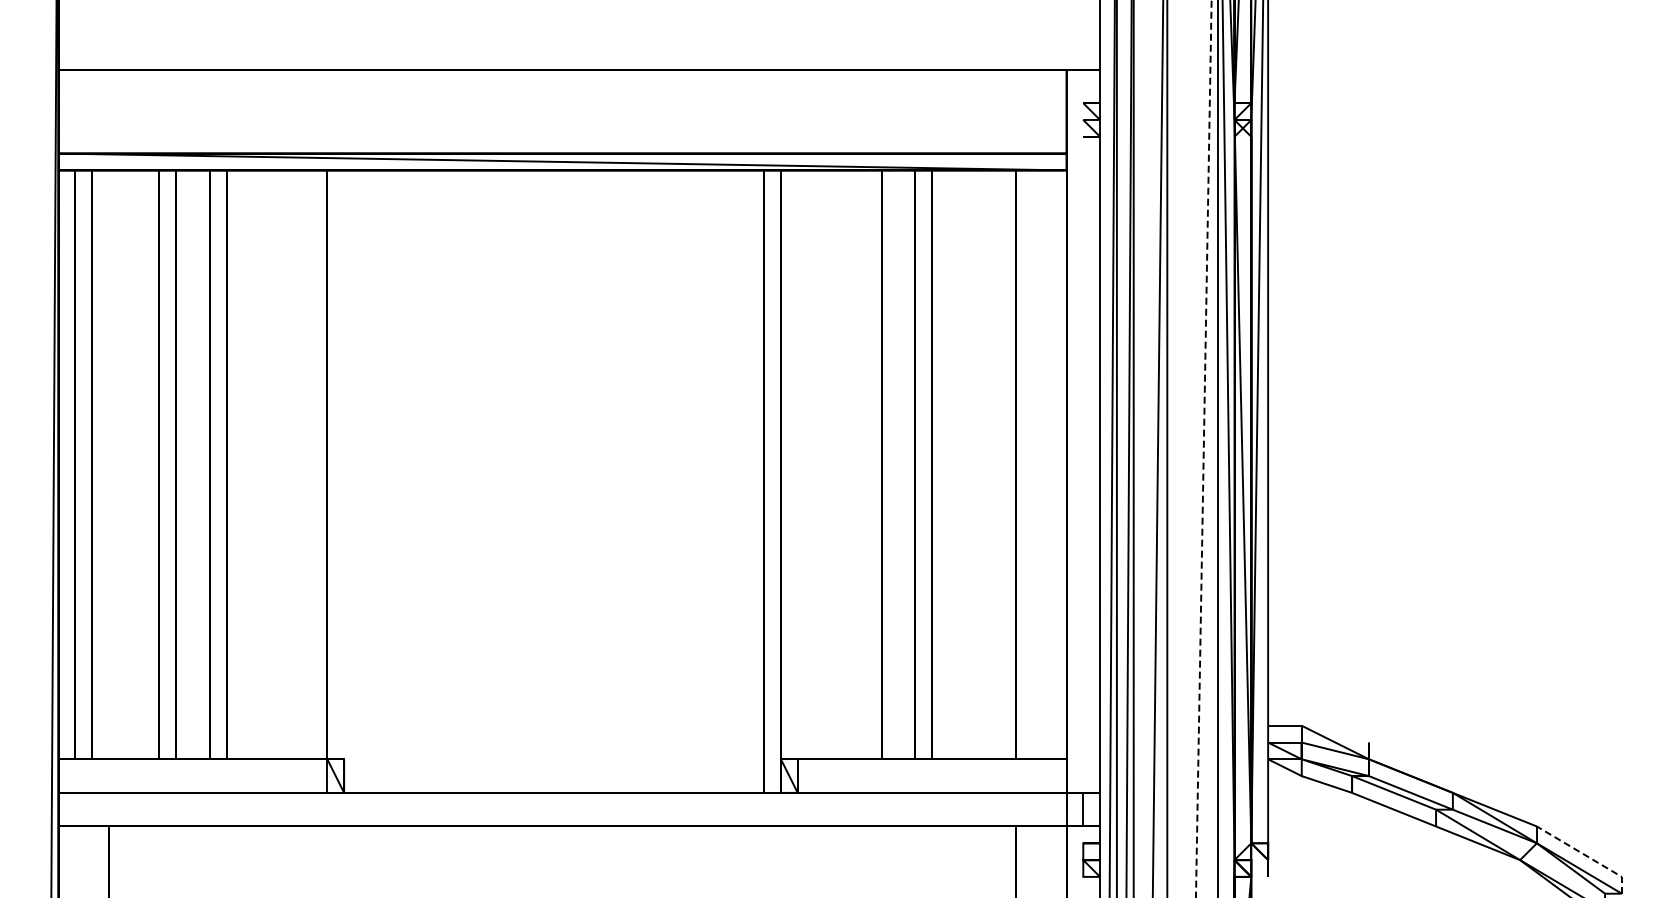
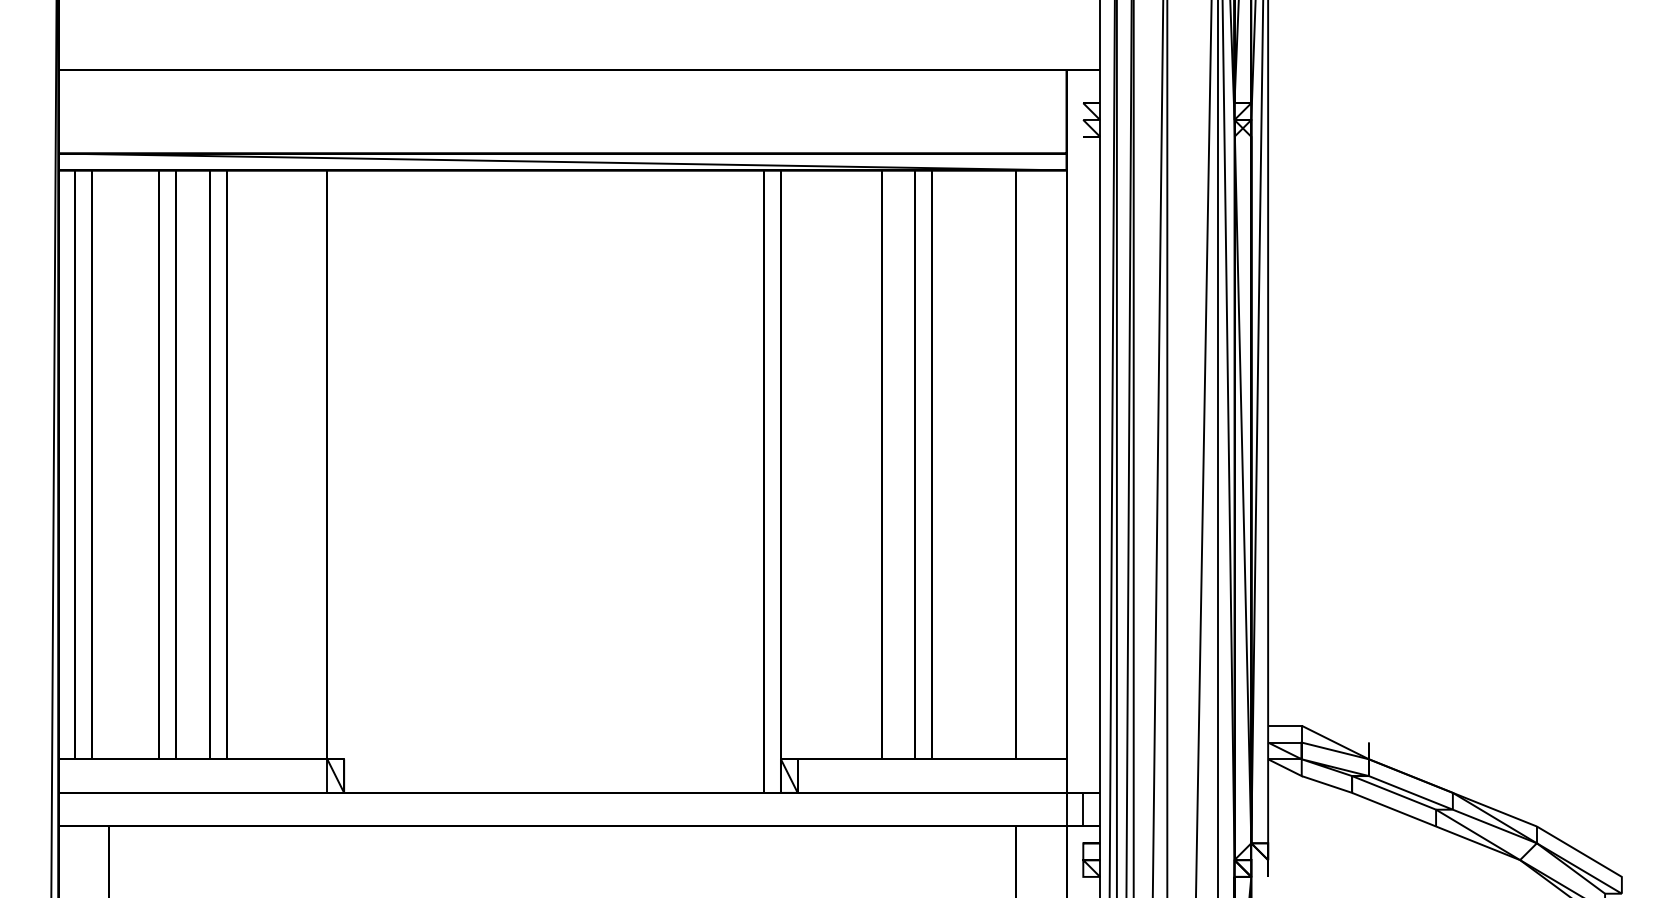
line at (1203, 448): dashed -> solid
line at (1586, 856): dashed -> solid
